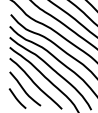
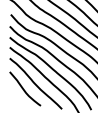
line at (17, 98): present -> none
